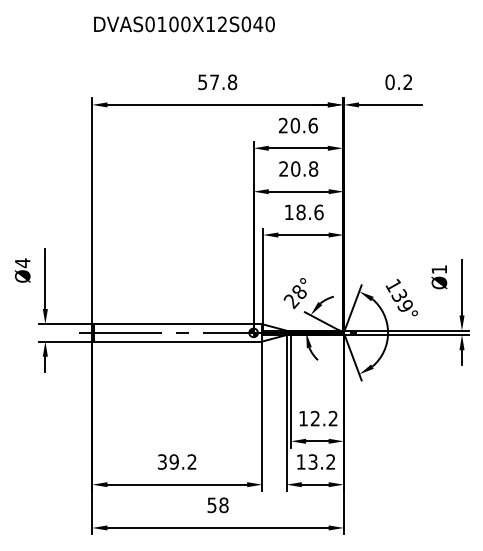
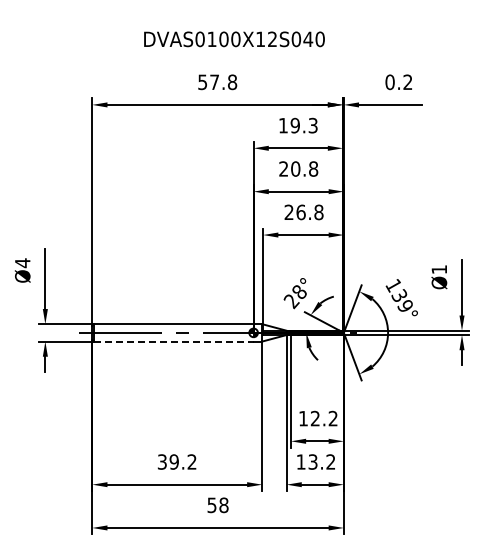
text at (184, 24) position: (184, 24) -> (234, 39)
text at (297, 125): 20.6 -> 19.3
text at (303, 211): 18.6 -> 26.8
line at (173, 341): solid -> dashed
